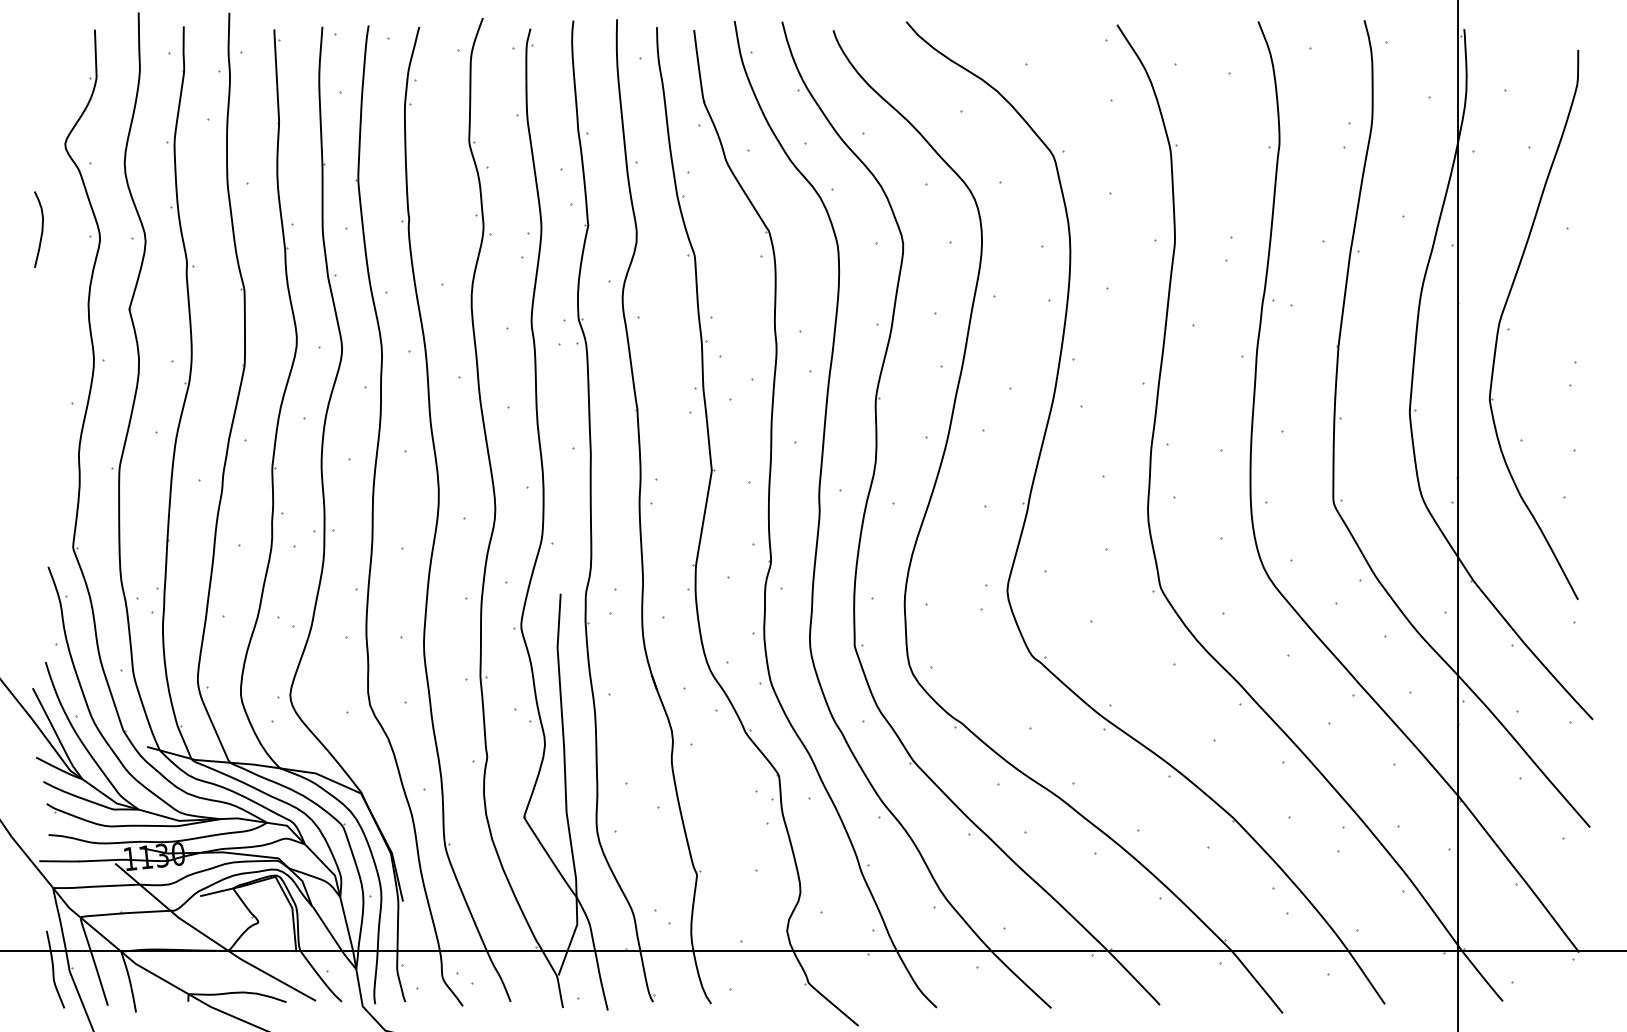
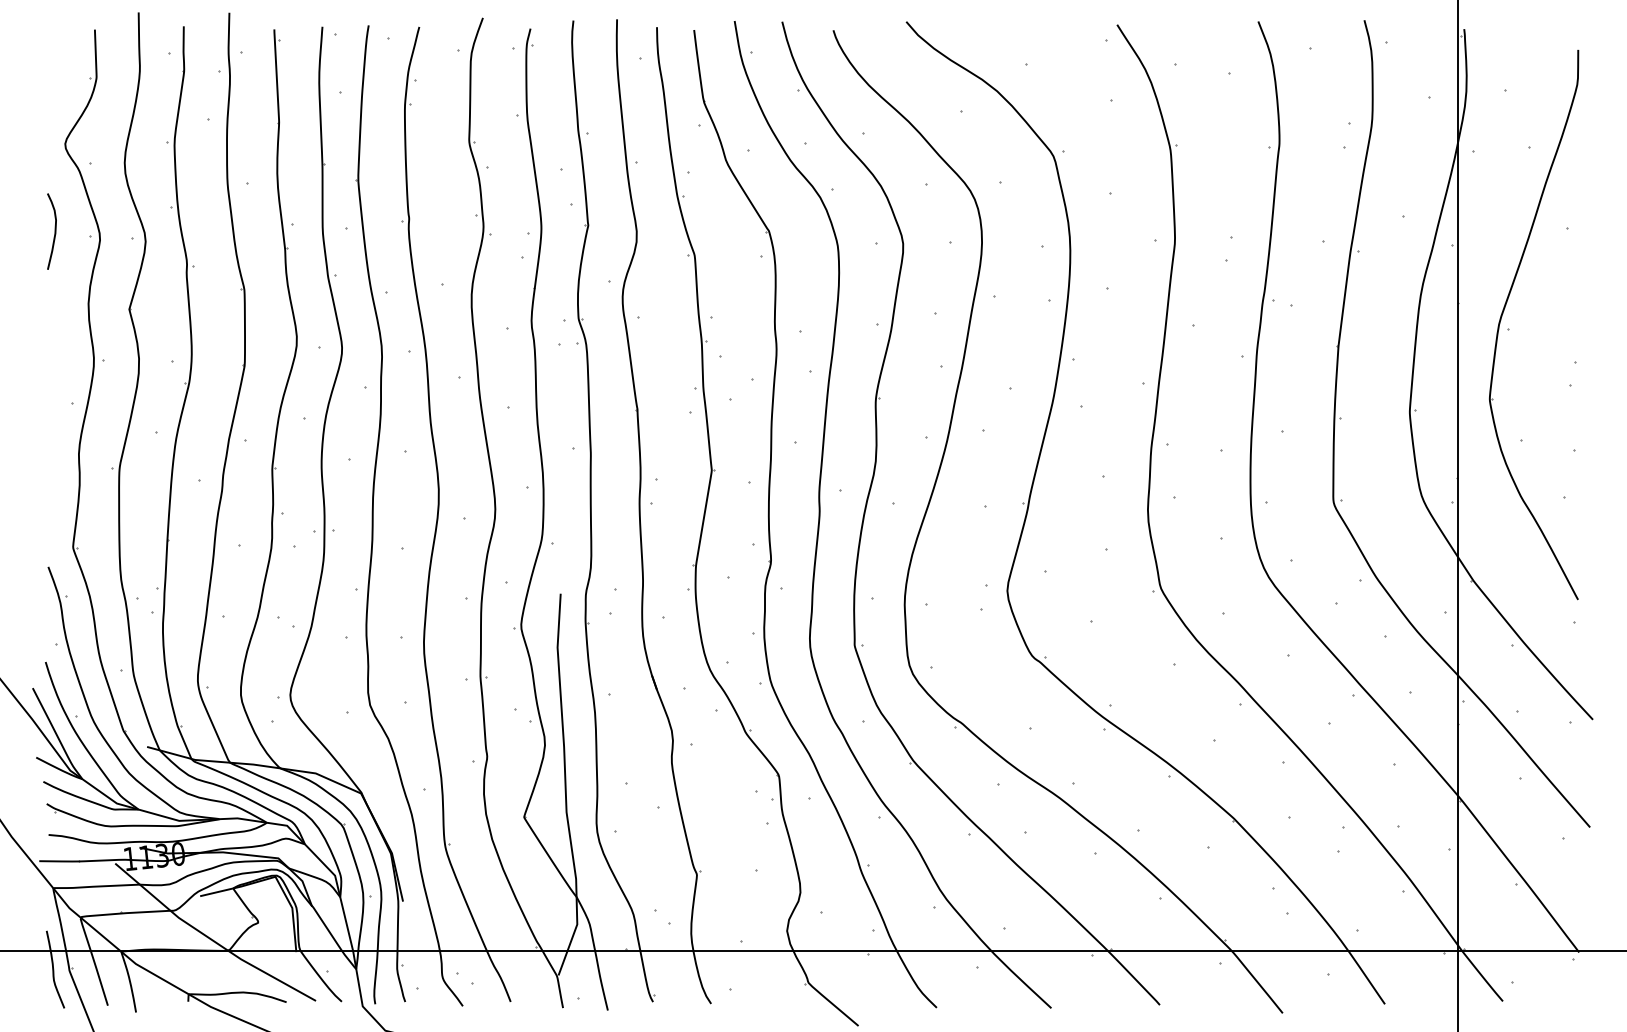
curve at (41, 229) position: (41, 229) -> (54, 231)
